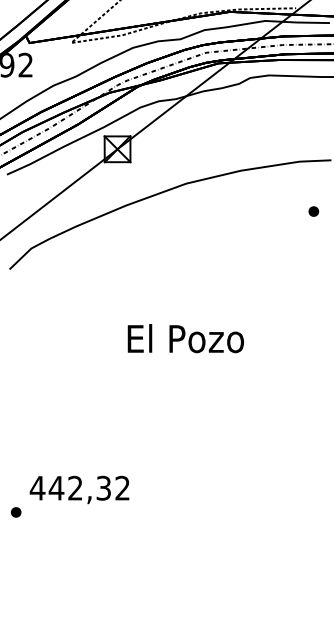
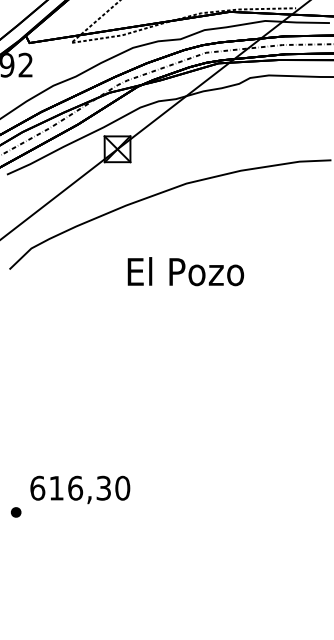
part at (313, 211): present -> none
text at (185, 338) position: (185, 338) -> (185, 271)
text at (79, 487): 442,32 -> 616,30
